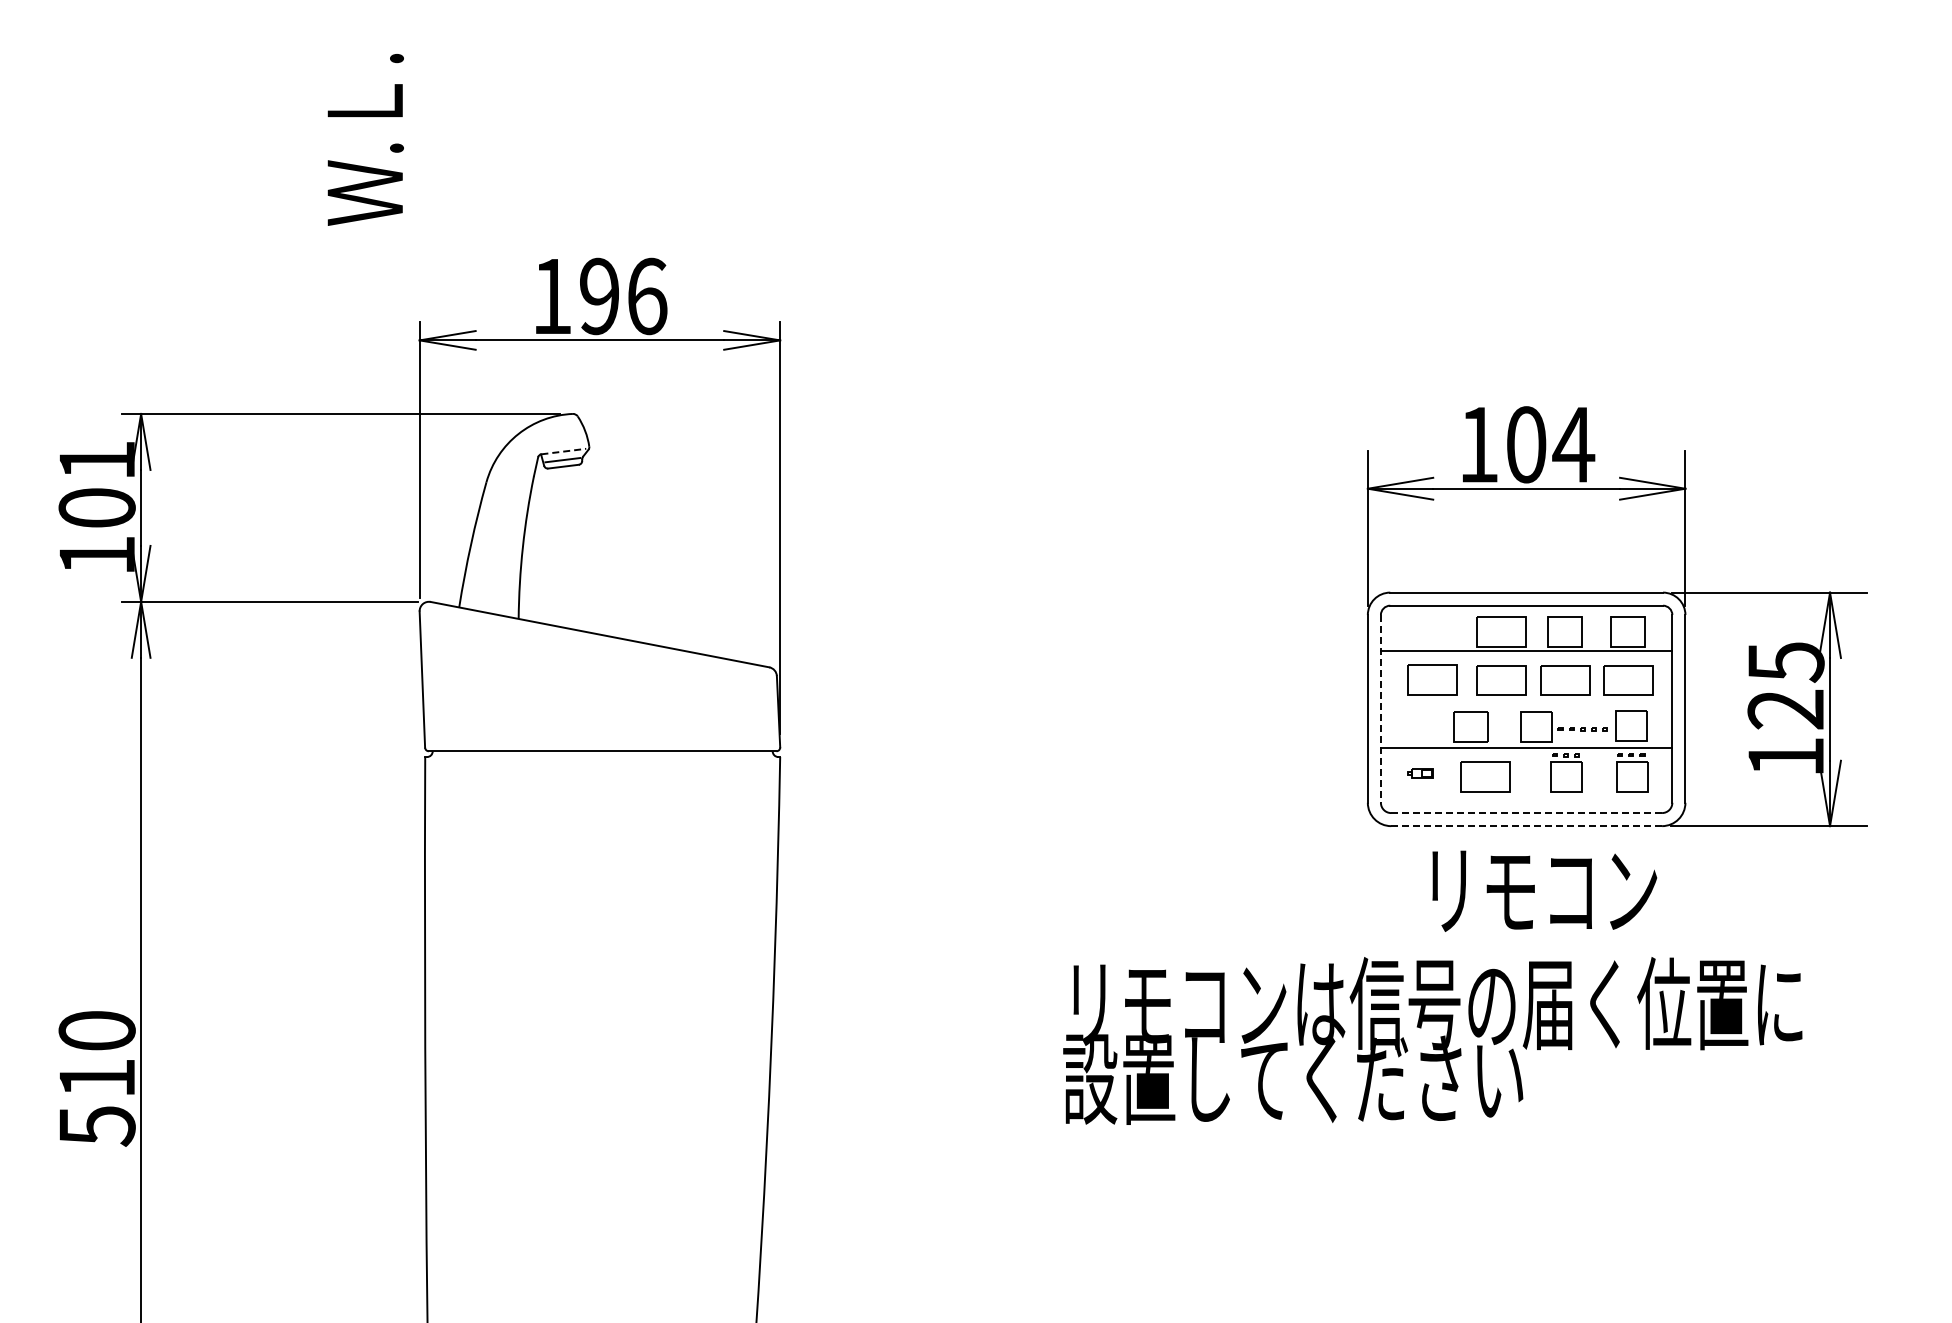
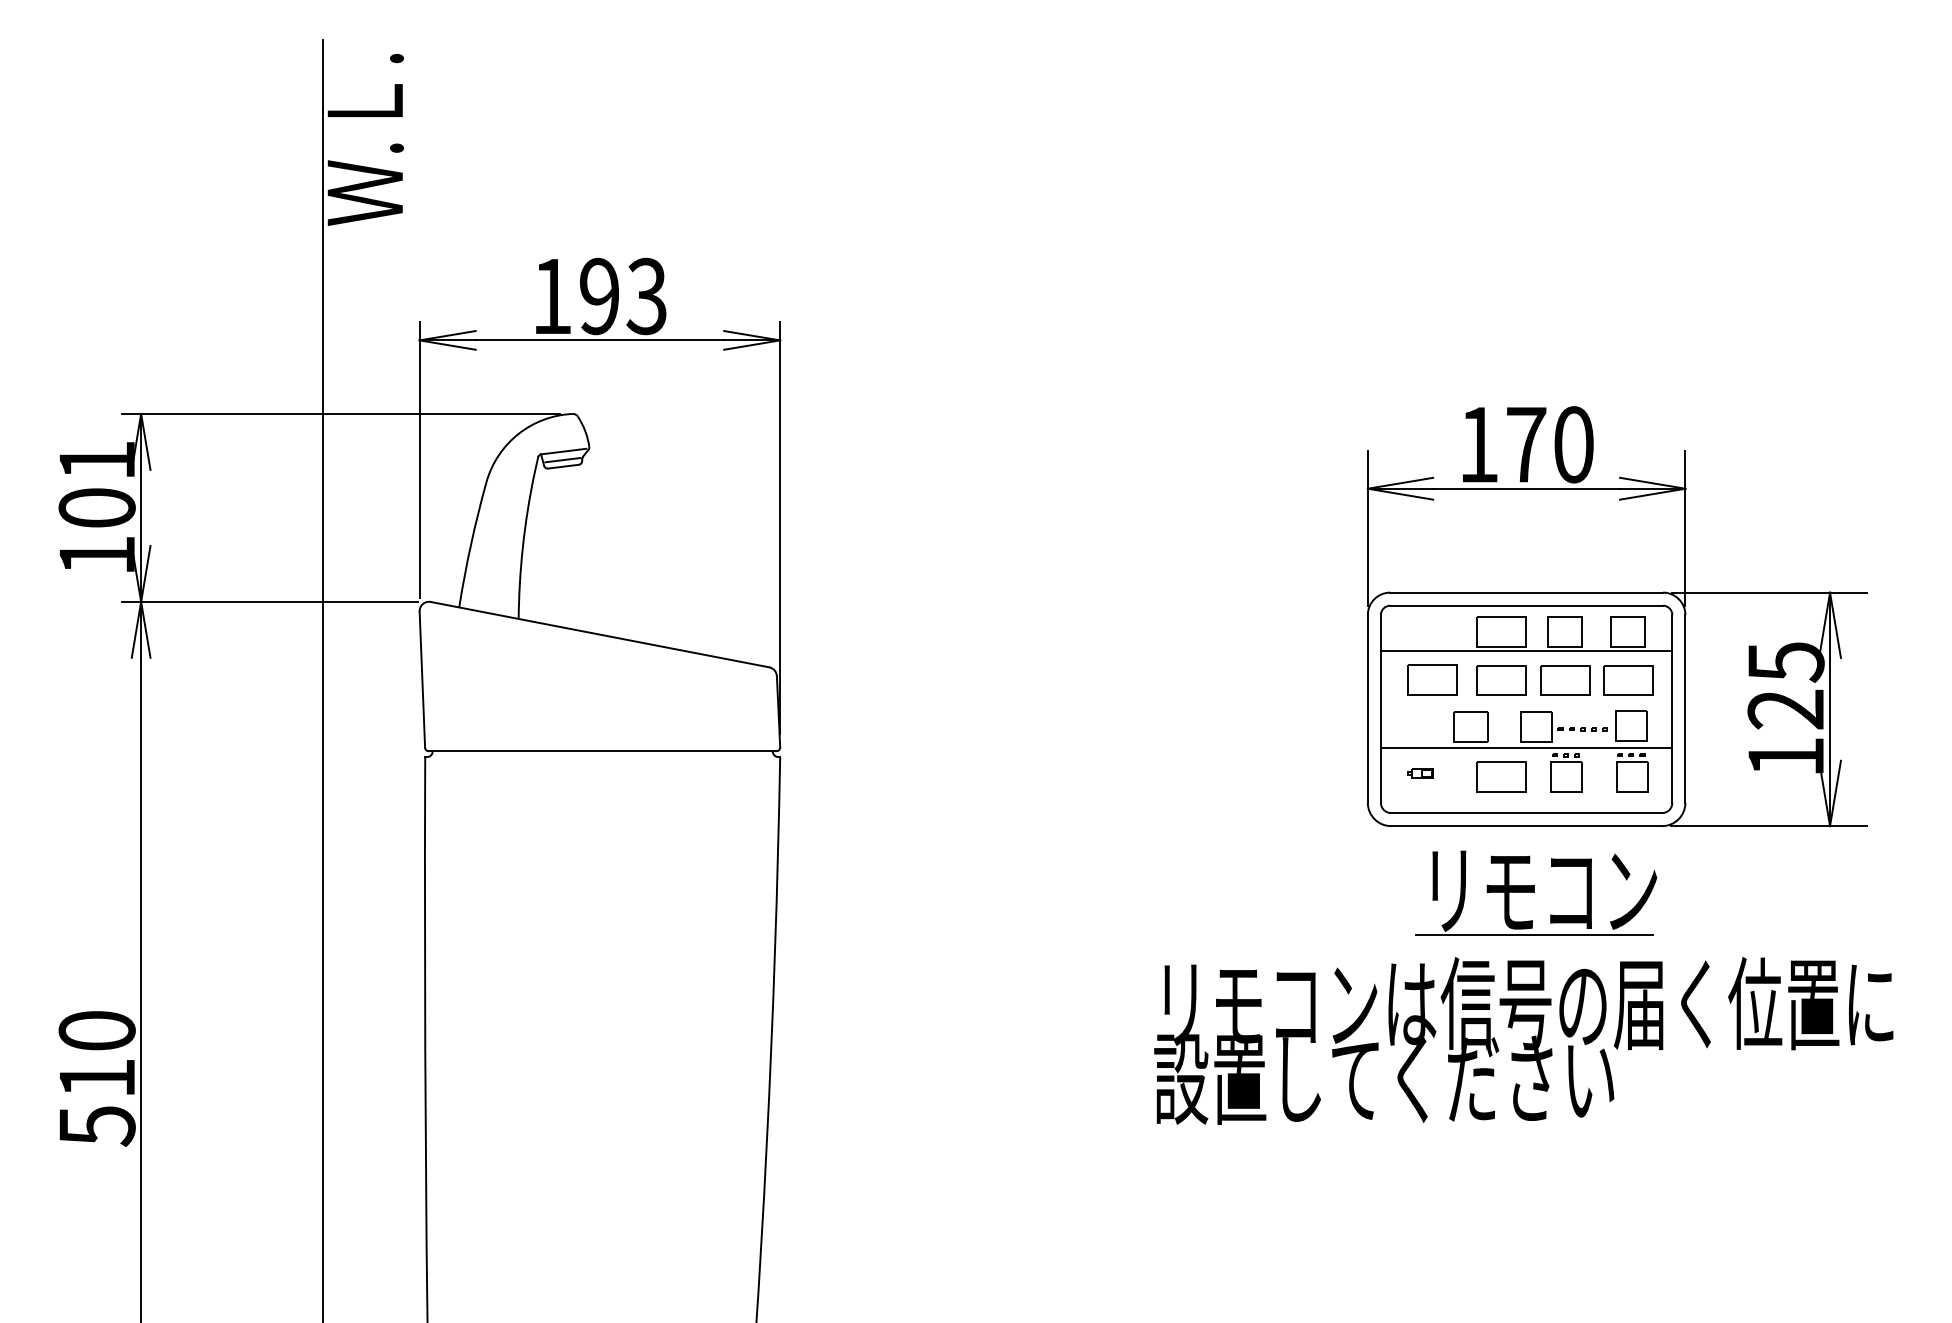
text at (646, 296): 196 -> 193
text at (1551, 444): 104 -> 170
line at (563, 451): dashed -> solid
line at (322, 679): none -> present
line at (1380, 708): dashed -> solid
part at (1485, 776) position: (1485, 776) -> (1501, 776)
line at (1527, 813): dashed -> solid
line at (1526, 826): dashed -> solid
line at (1533, 934): none -> present
text at (1432, 1040) position: (1432, 1040) -> (1523, 1040)
